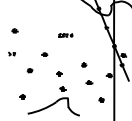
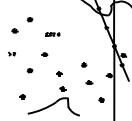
part at (29, 19): none -> present
part at (65, 35) position: (65, 35) -> (52, 34)
